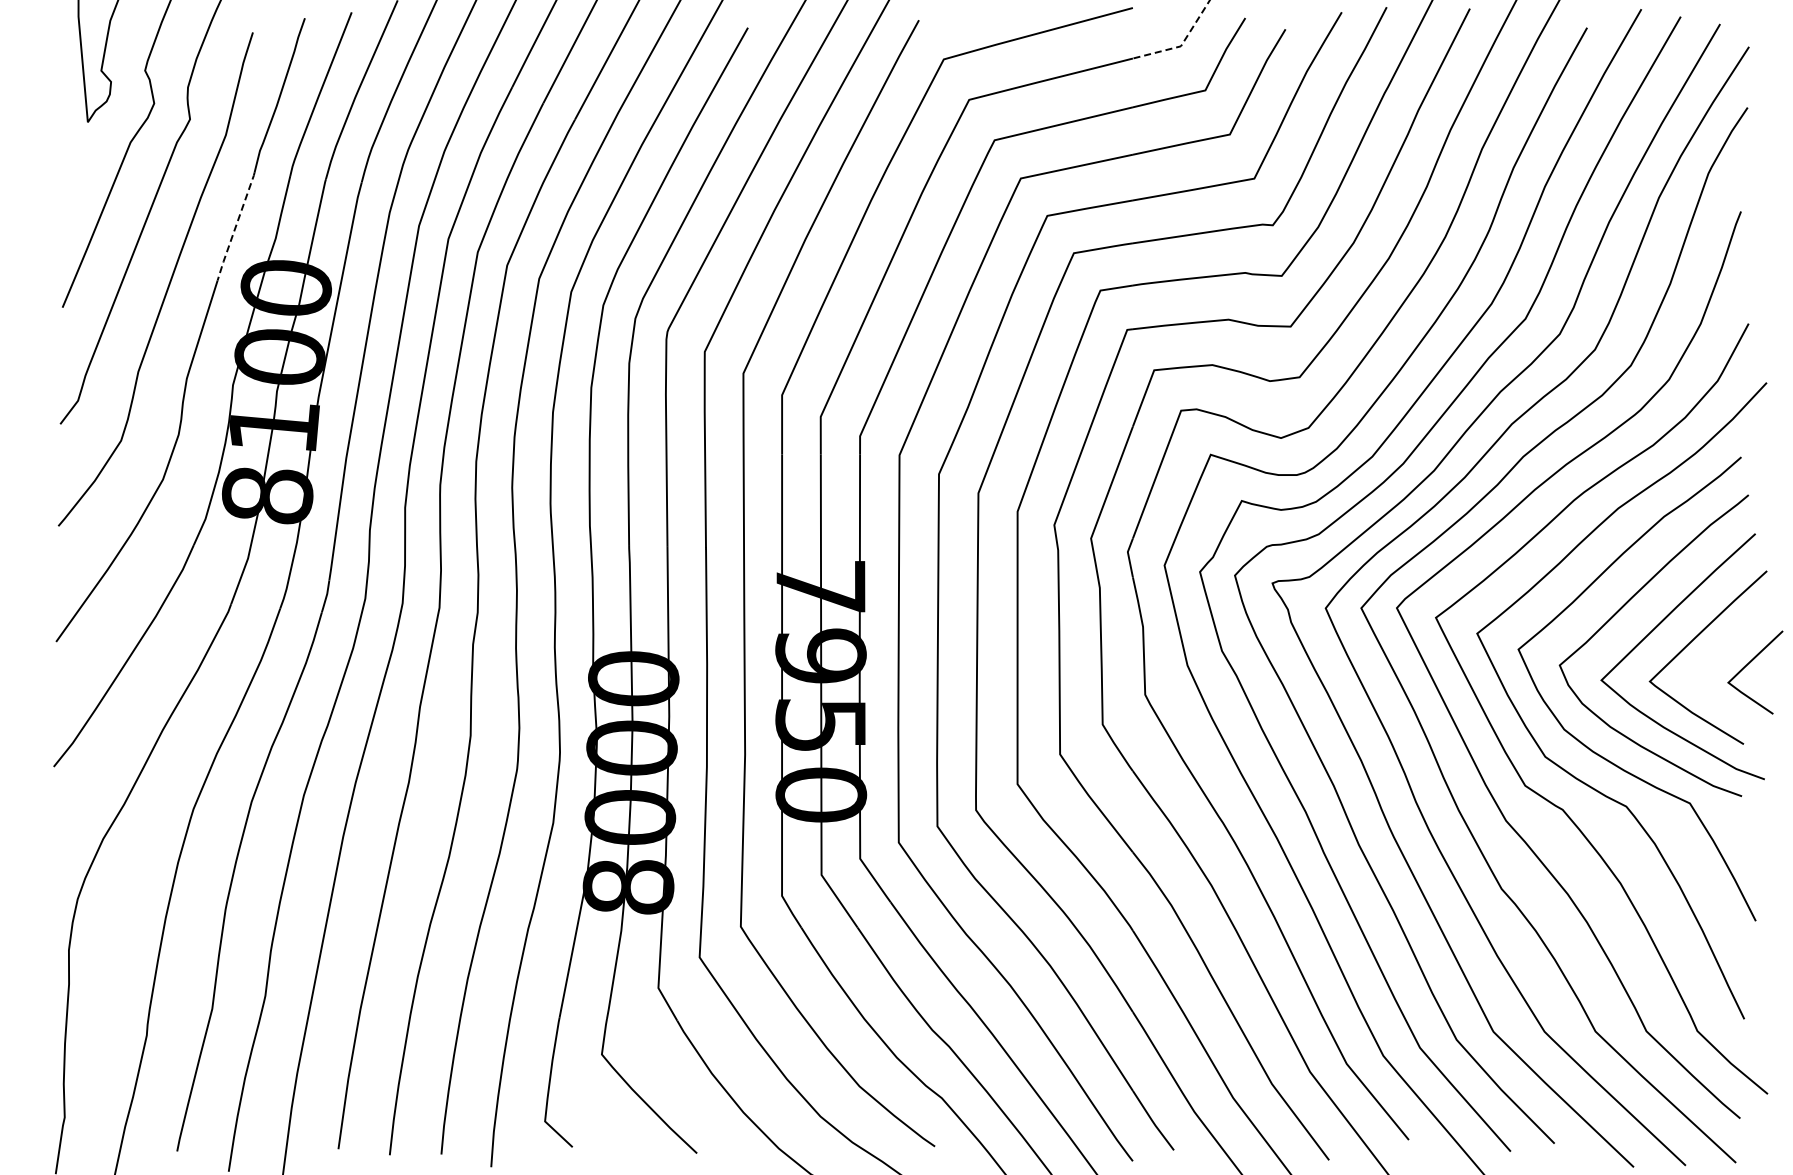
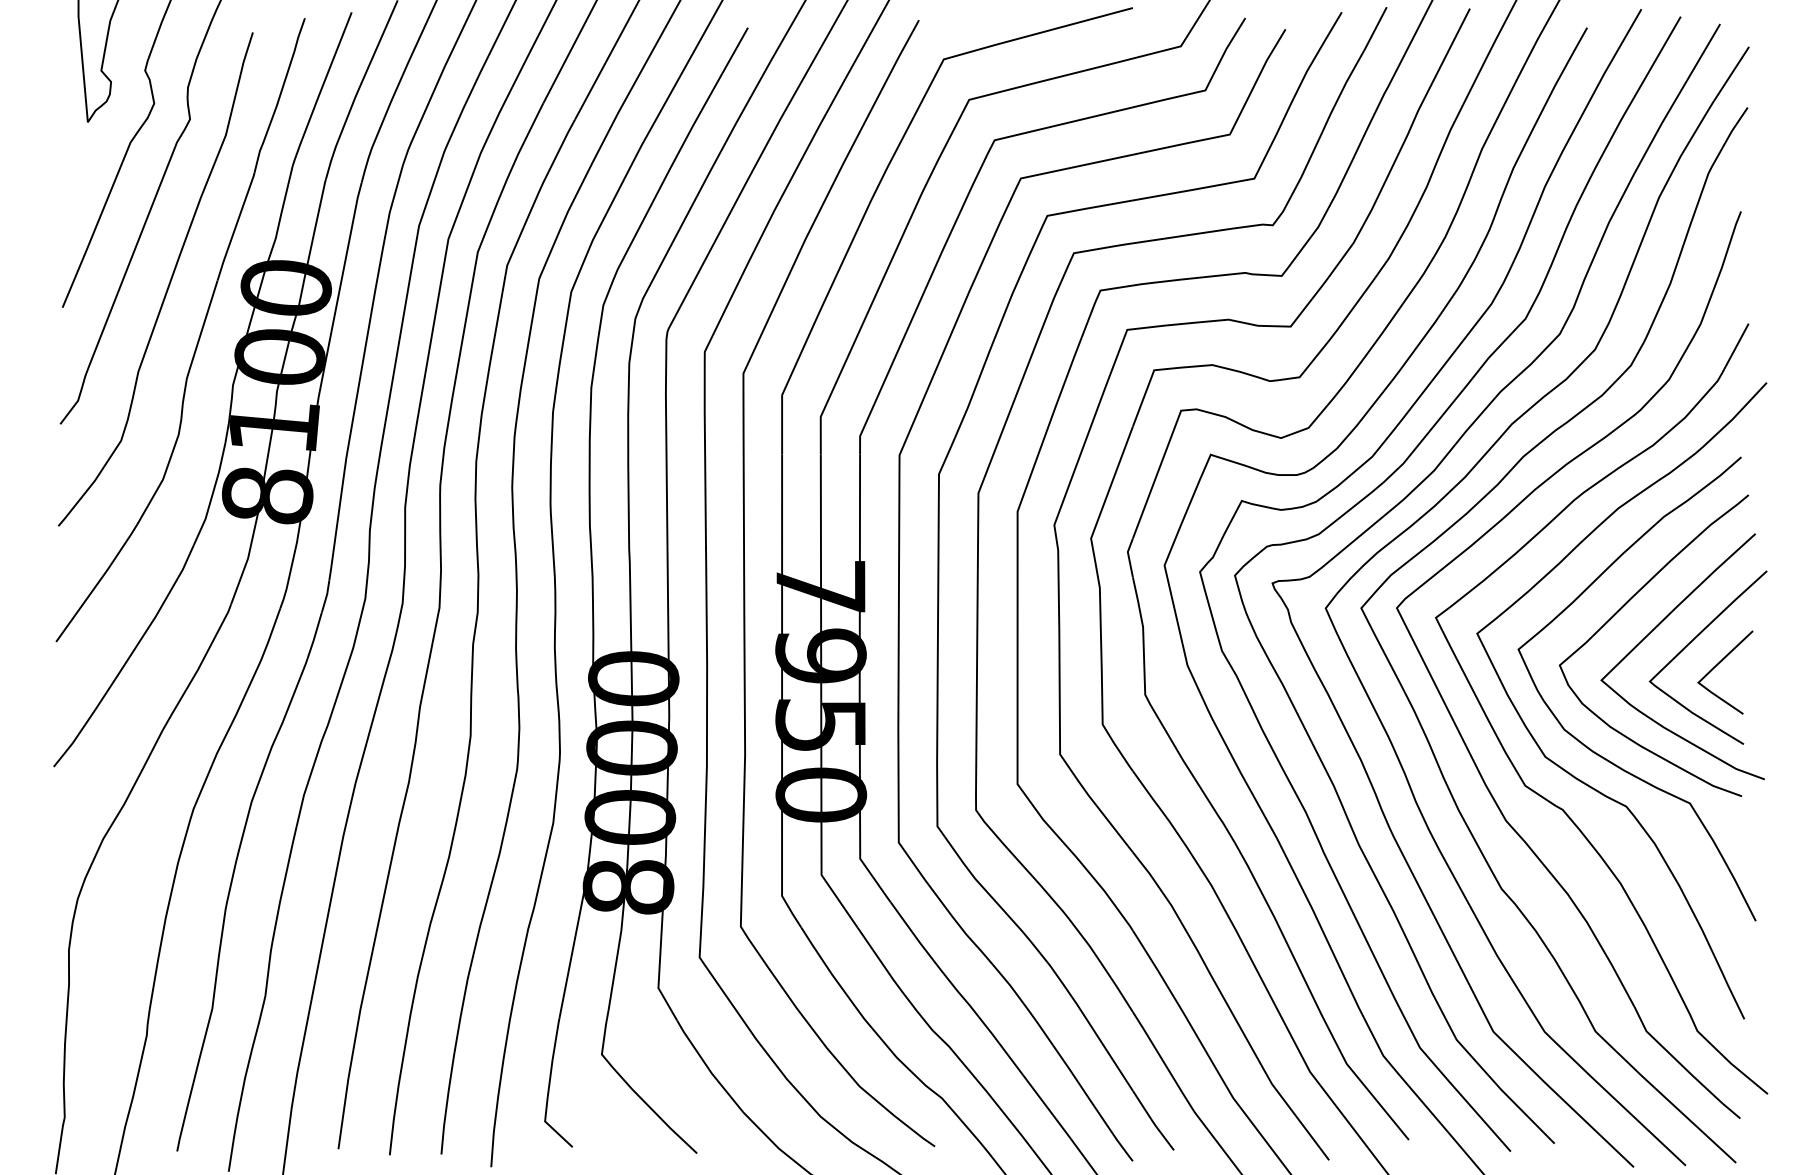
line at (1182, 44): dashed -> solid
line at (235, 227): dashed -> solid
line at (1748, 664) position: (1748, 664) -> (1718, 664)
